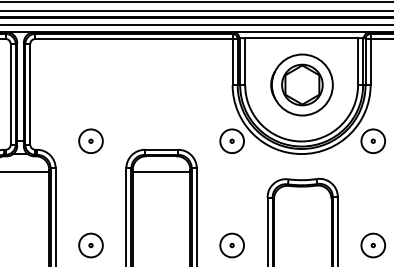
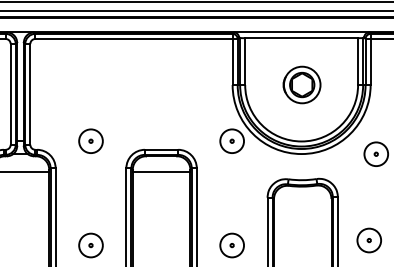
line at (196, 24): present -> none
part at (301, 84) size: 64x64 px -> 40x40 px
part at (372, 140) position: (372, 140) -> (375, 153)
part at (372, 245) position: (372, 245) -> (368, 240)
